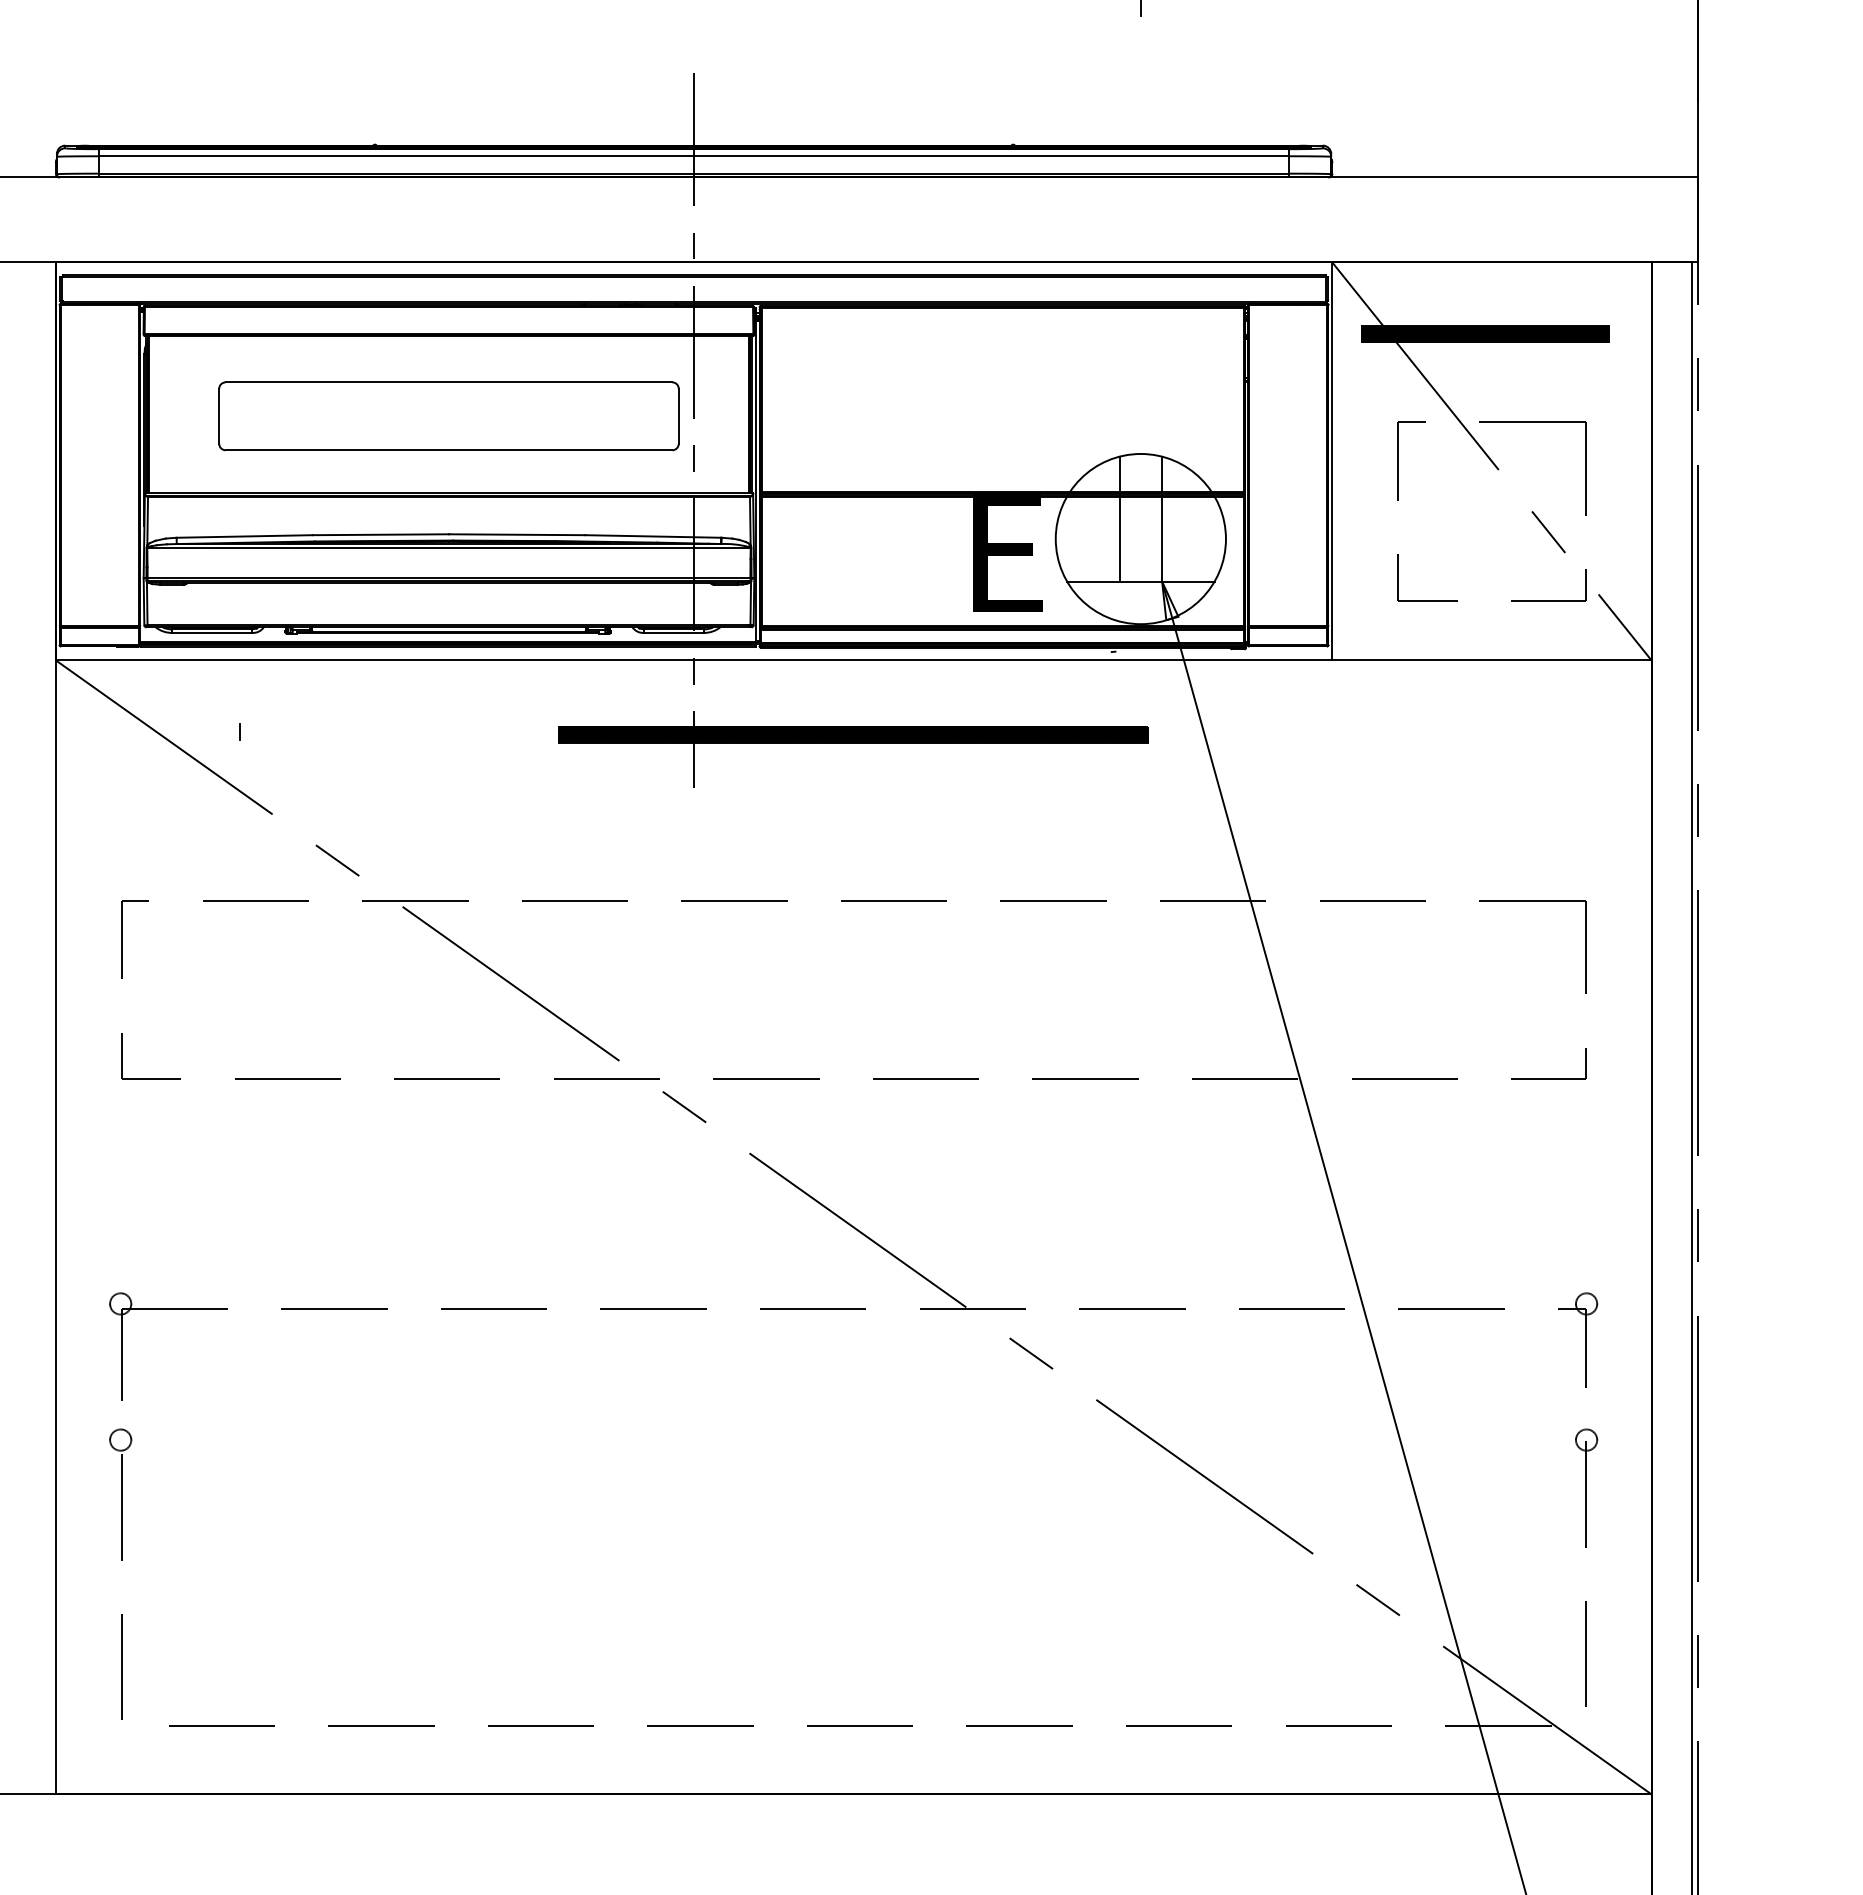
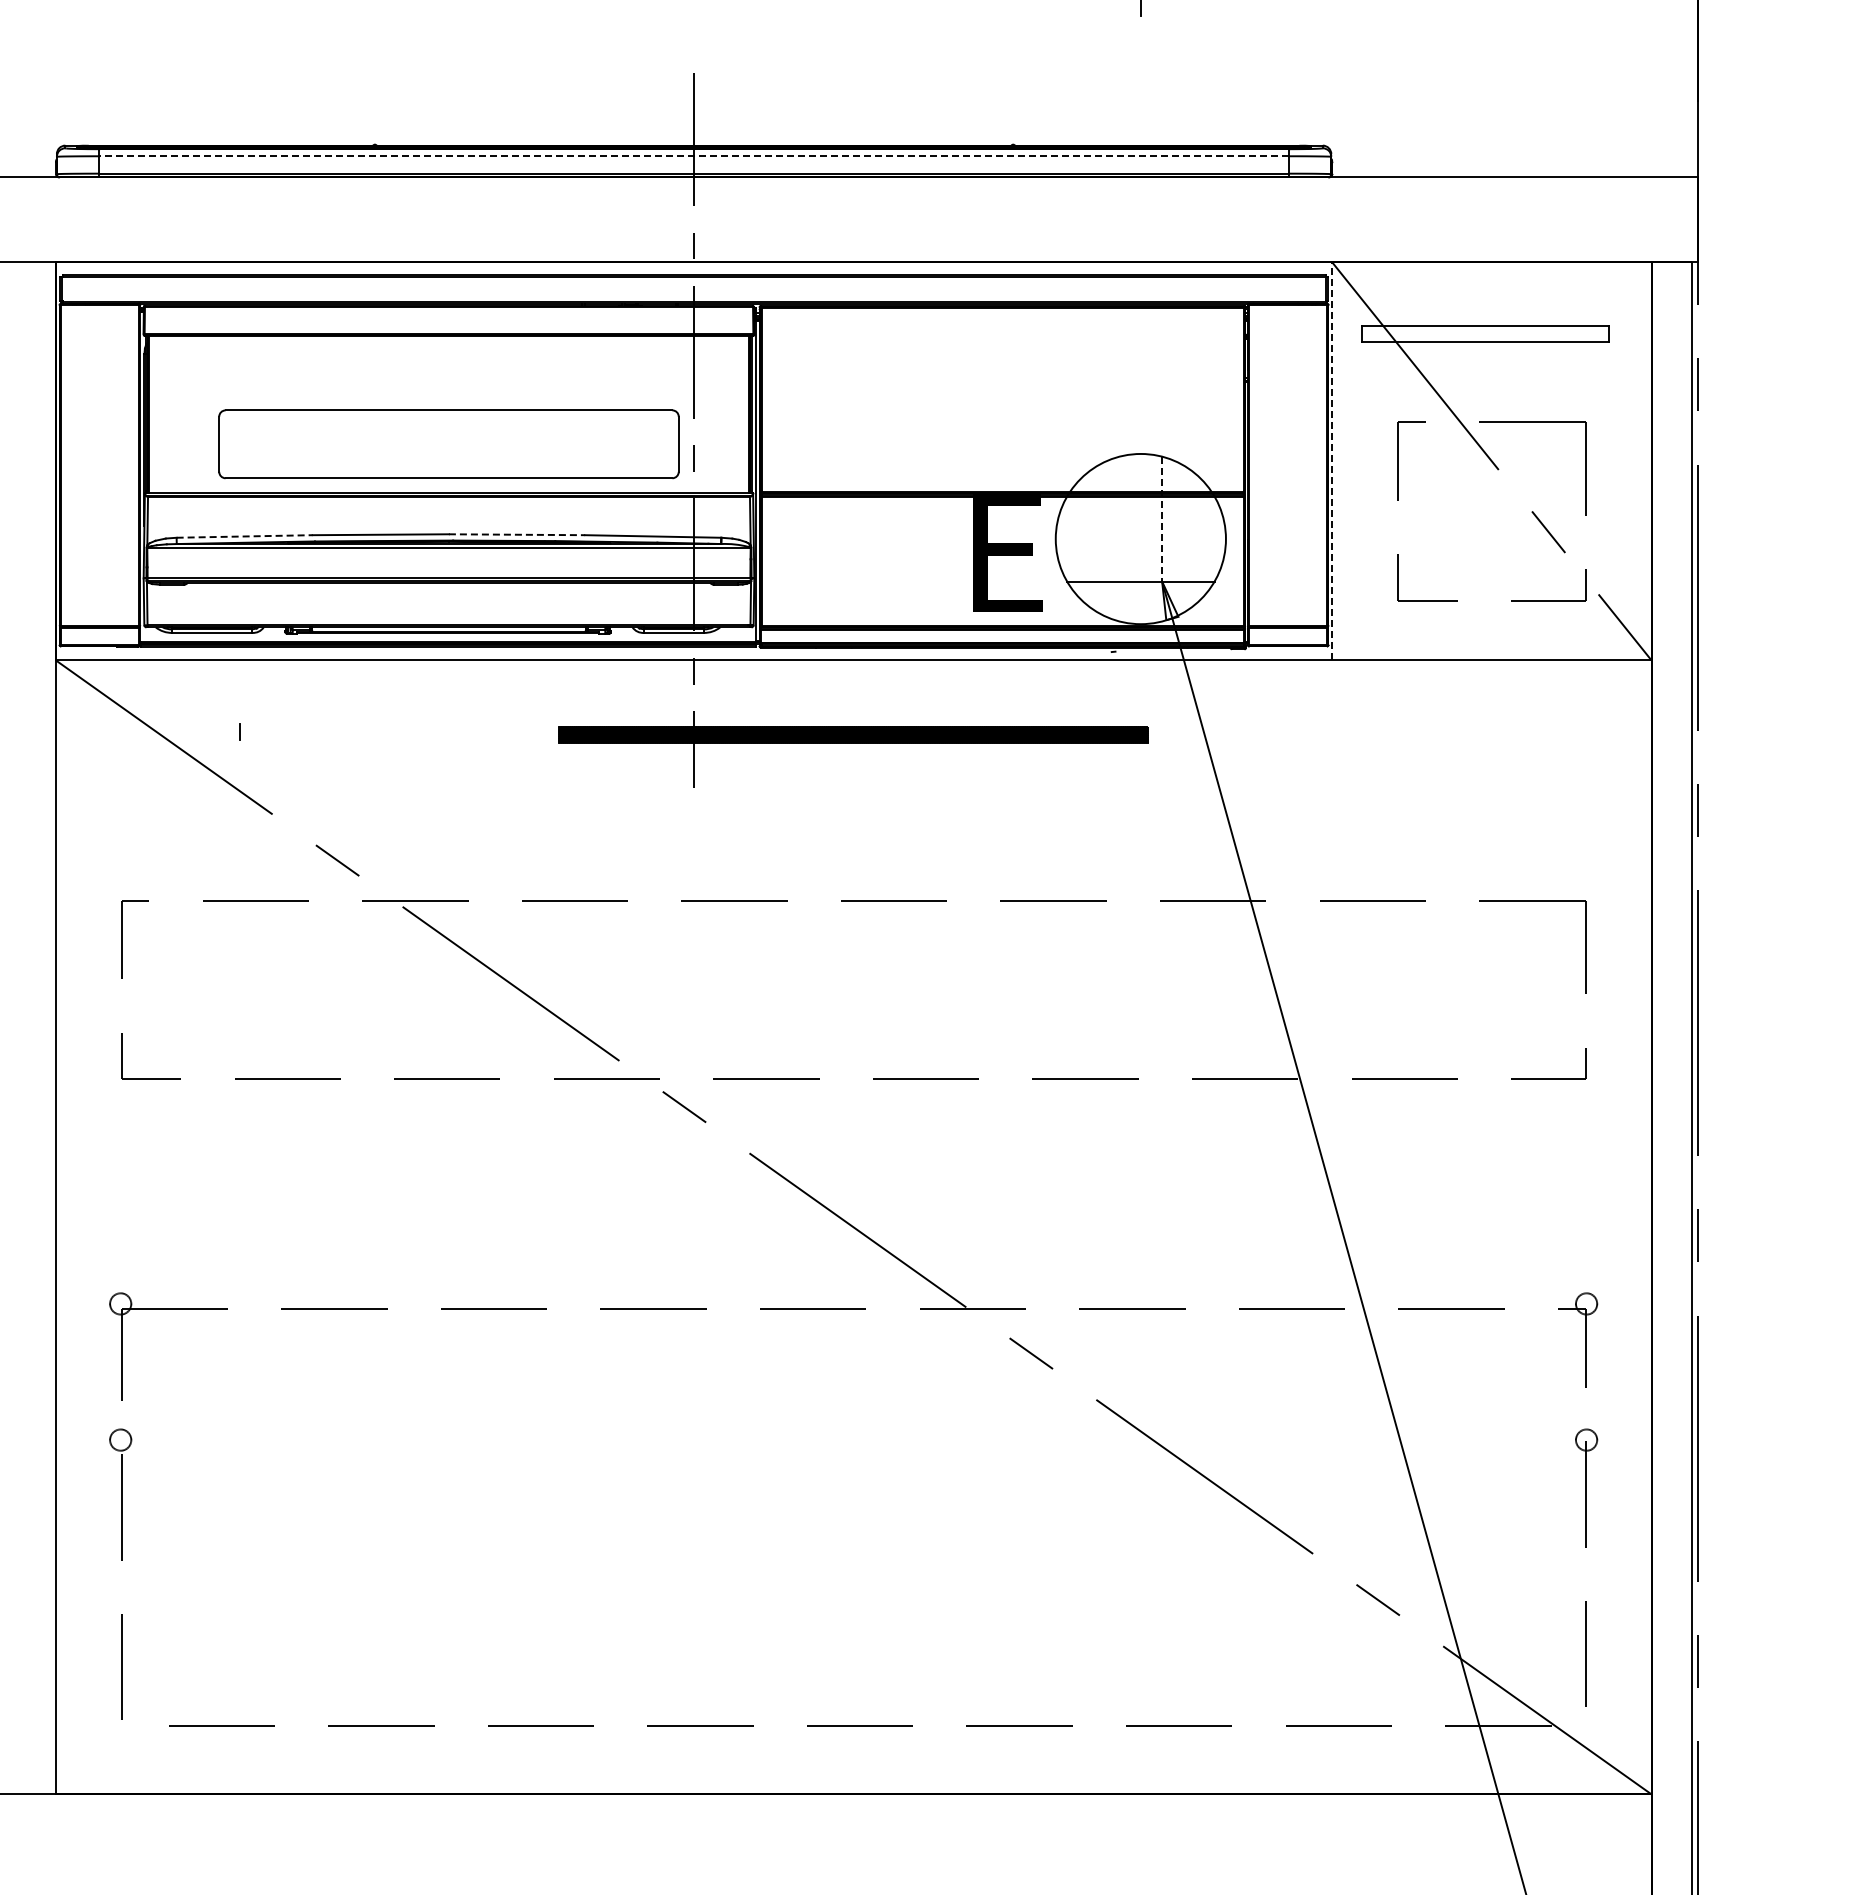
line at (694, 156): solid -> dashed
hatch at (1485, 334): present -> none
part at (448, 416) position: (448, 416) -> (448, 444)
line at (1332, 461): solid -> dashed
line at (1119, 518): present -> none
line at (1162, 519): solid -> dashed
line at (517, 534): solid -> dashed
line at (245, 536): solid -> dashed
